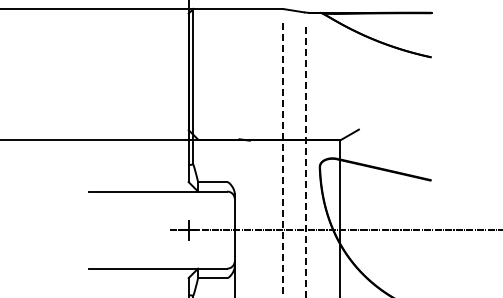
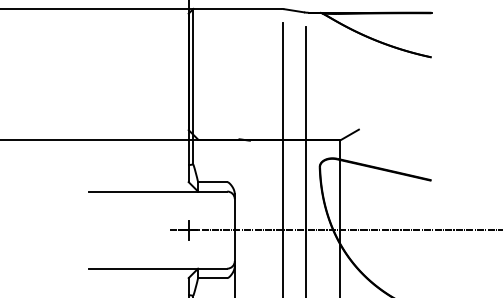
line at (282, 160): dashed -> solid
line at (306, 162): dashed -> solid
